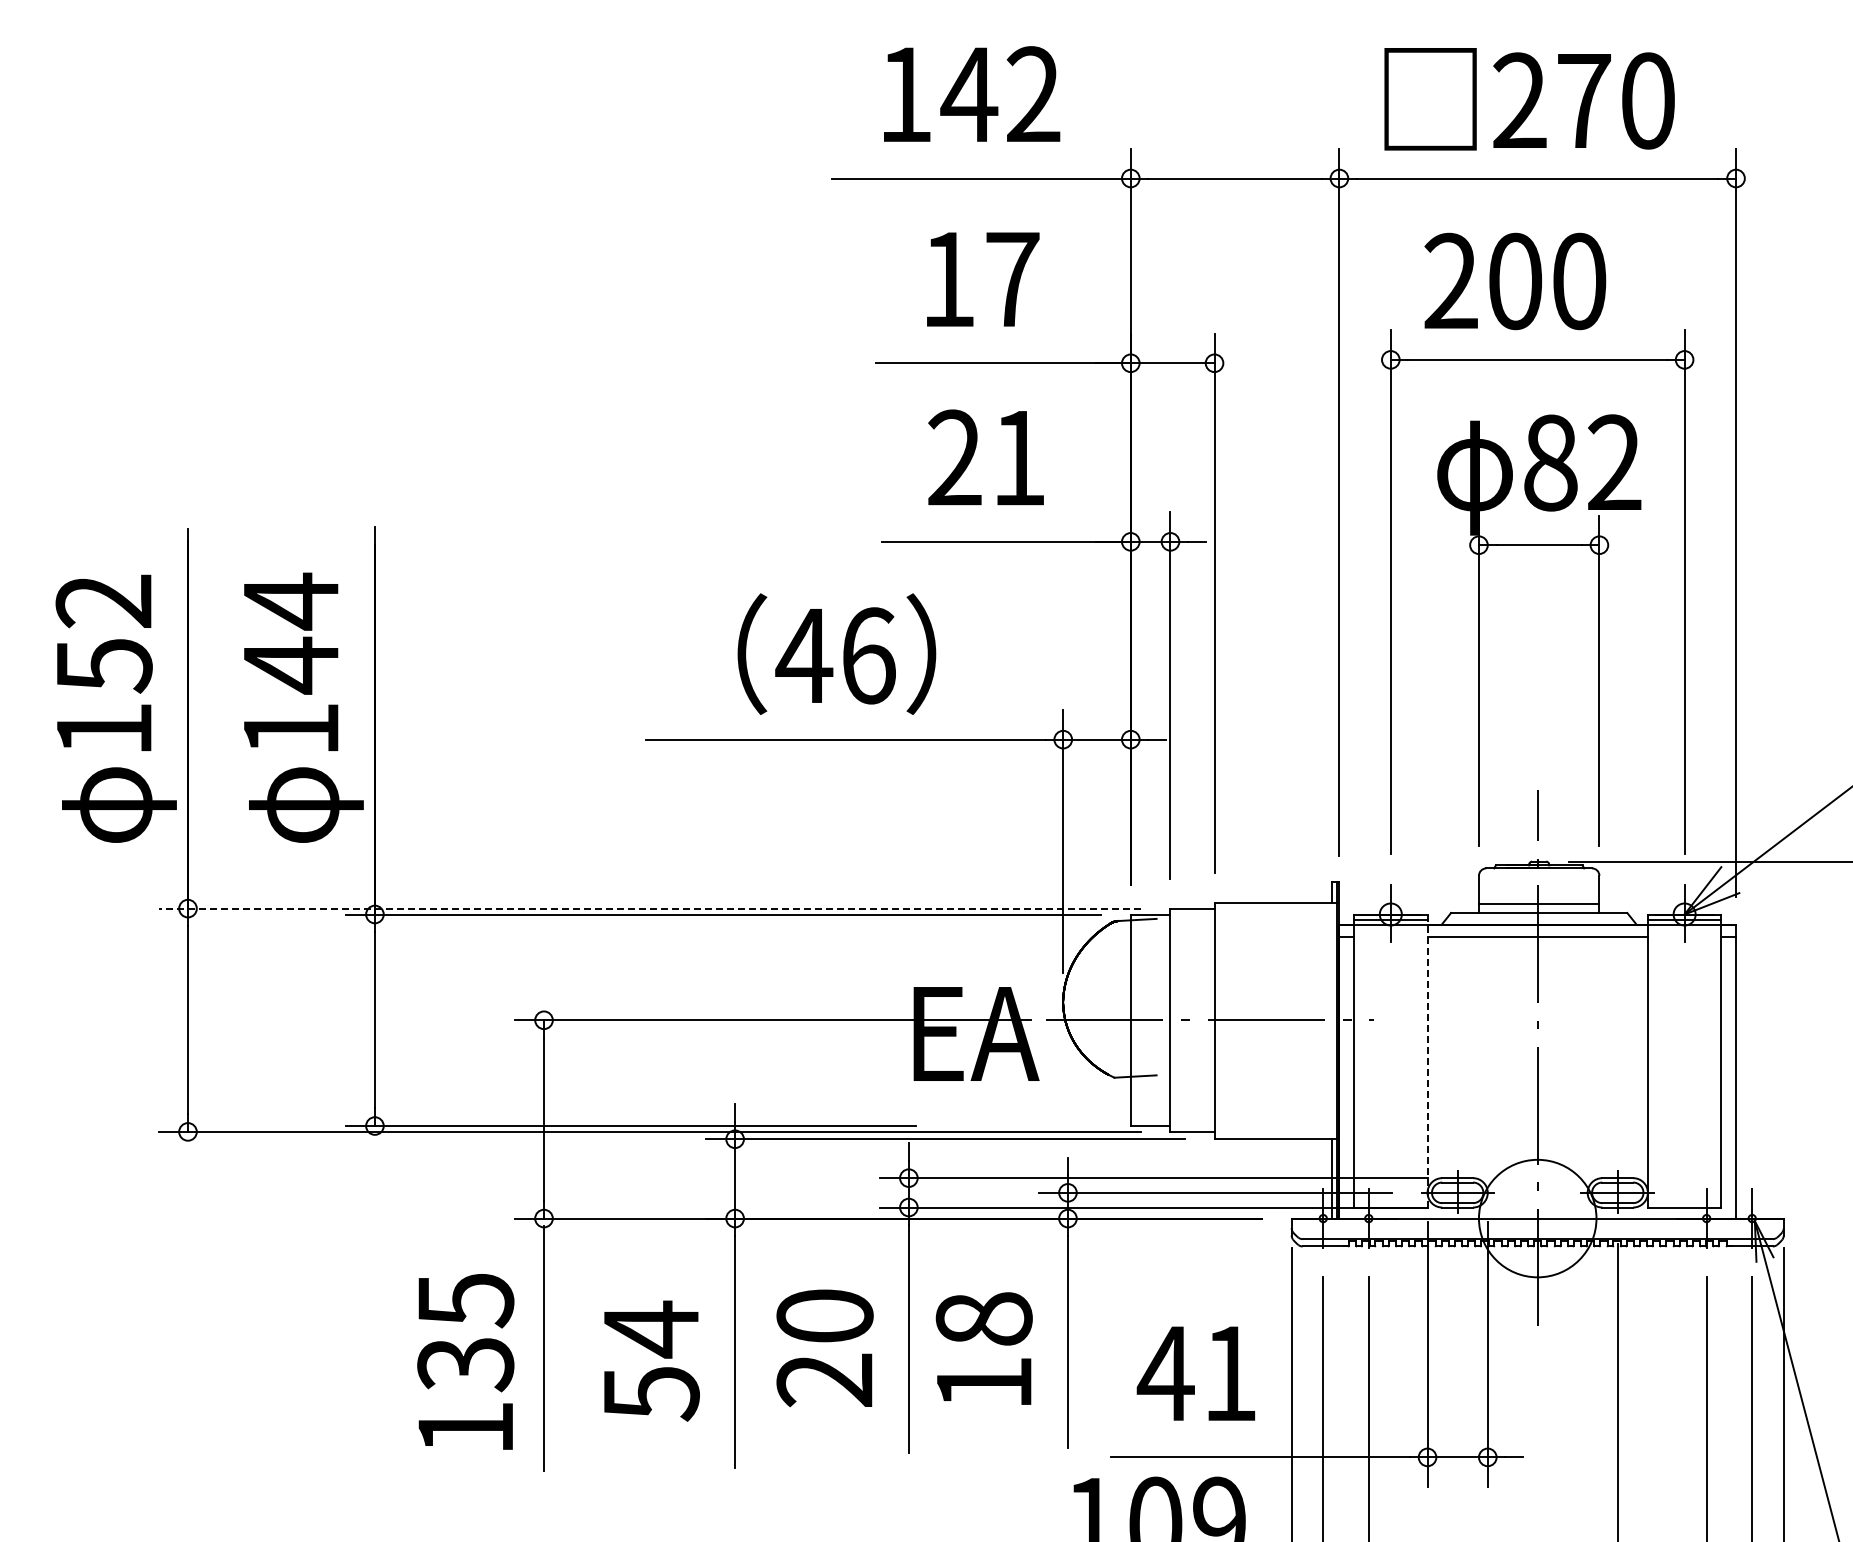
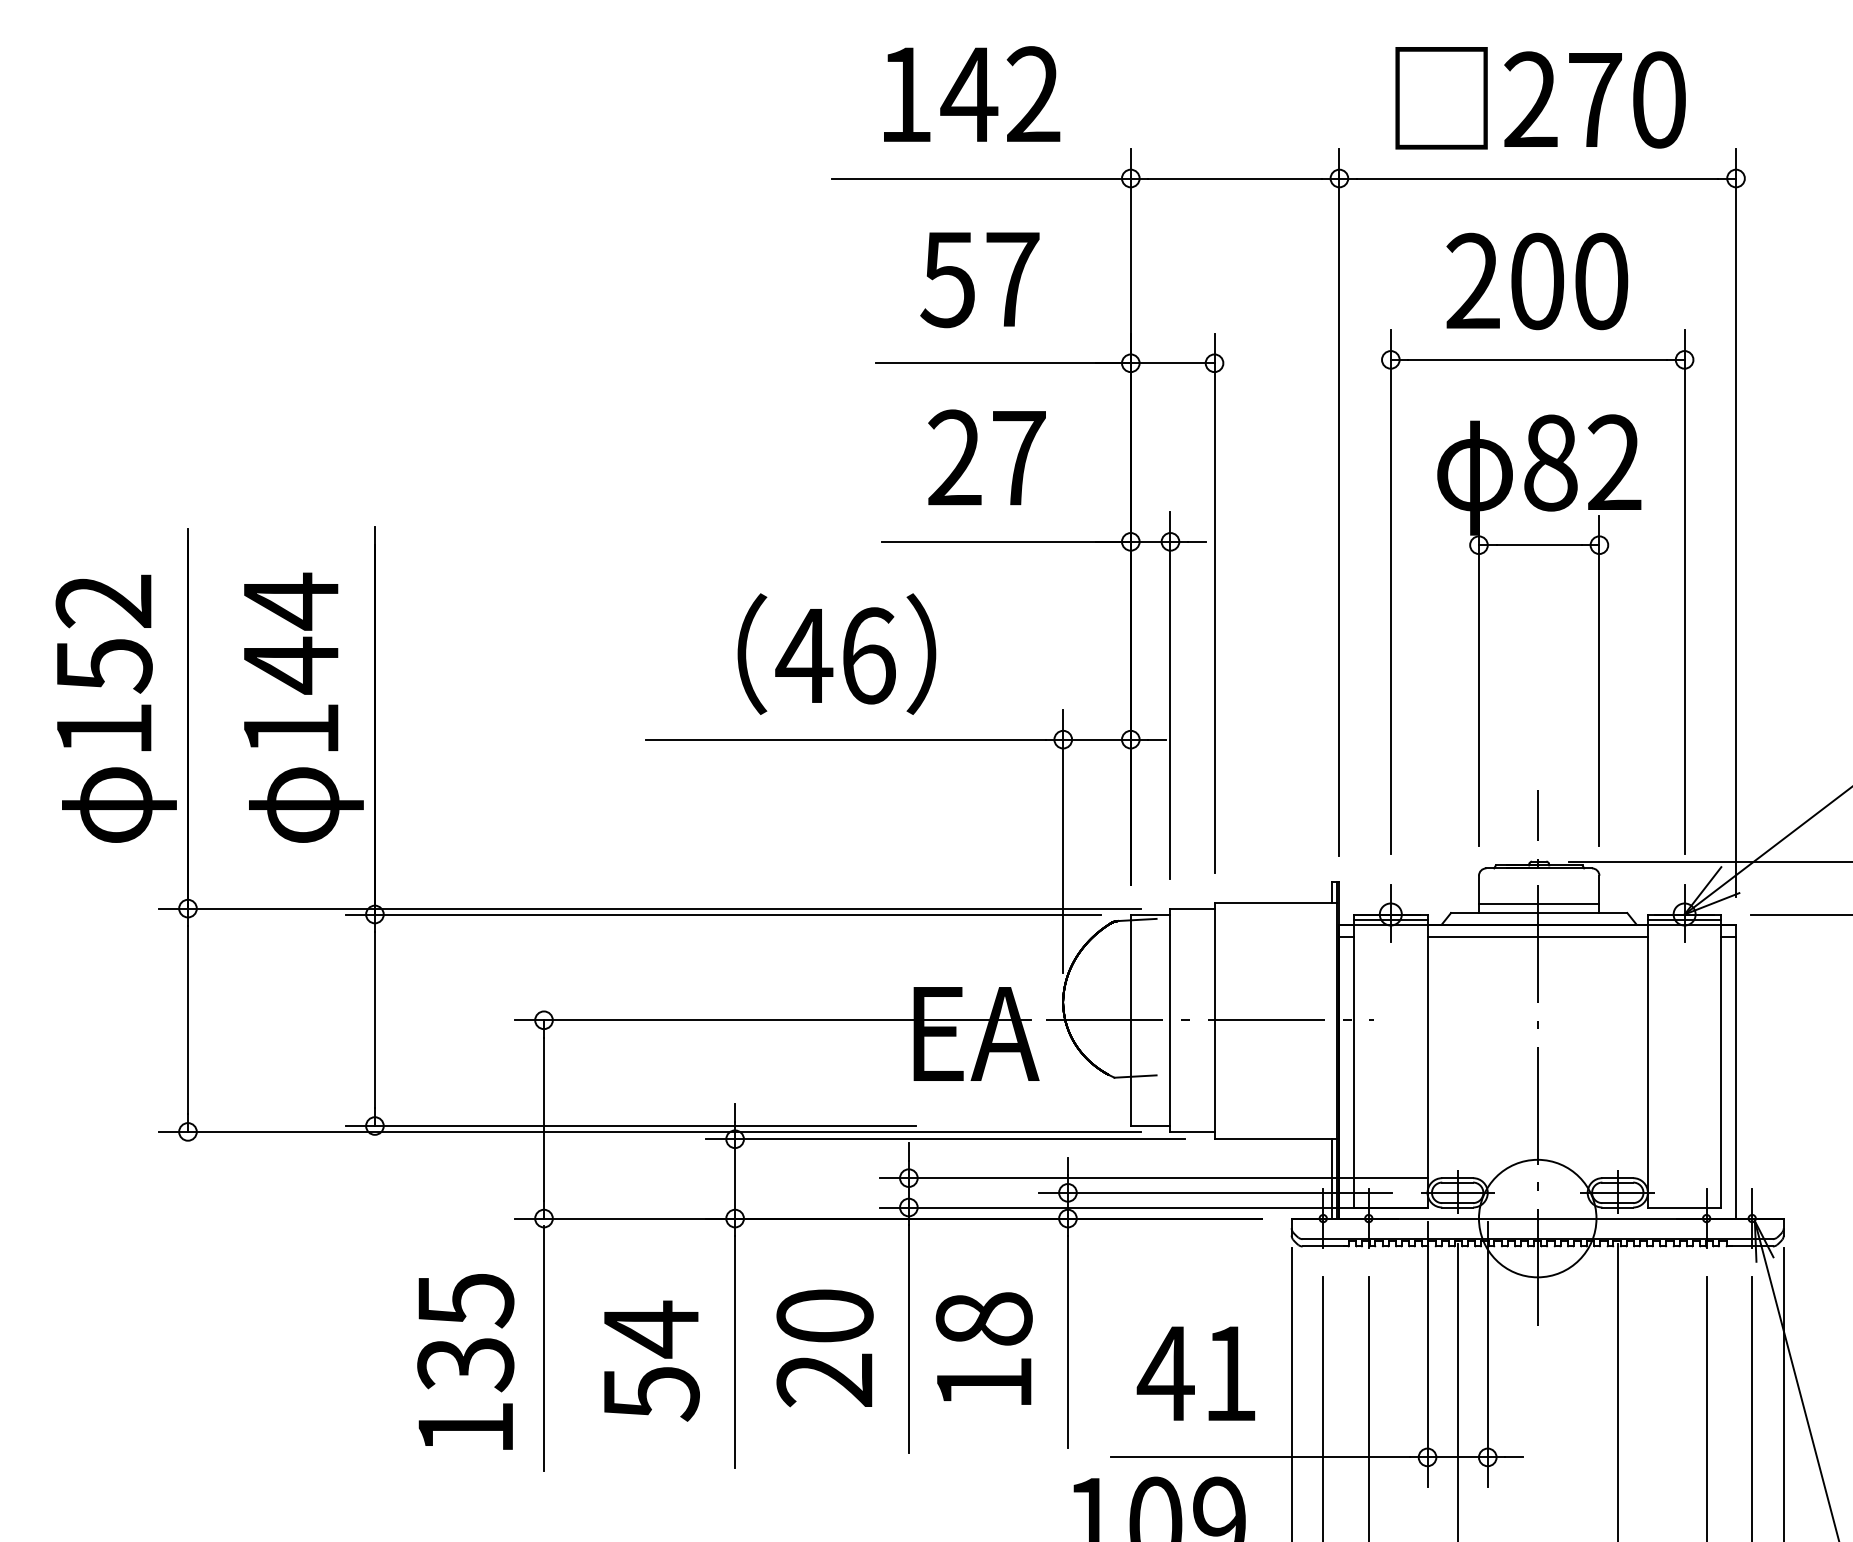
text at (1529, 99) position: (1529, 99) -> (1540, 98)
text at (947, 280): 17 -> 57
text at (1515, 281) position: (1515, 281) -> (1537, 281)
text at (1019, 458): 21 -> 27
line at (649, 908): dashed -> solid
line at (1799, 914): none -> present
line at (1427, 1061): dashed -> solid
line at (1457, 1390): none -> present
